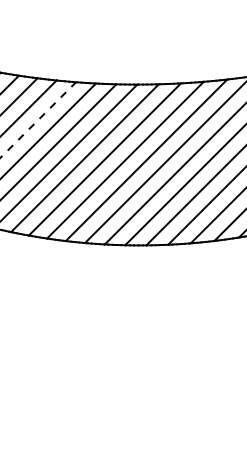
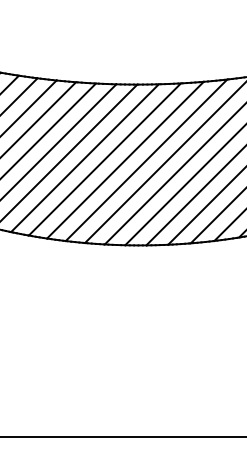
line at (38, 119): dashed -> solid
line at (122, 436): none -> present
